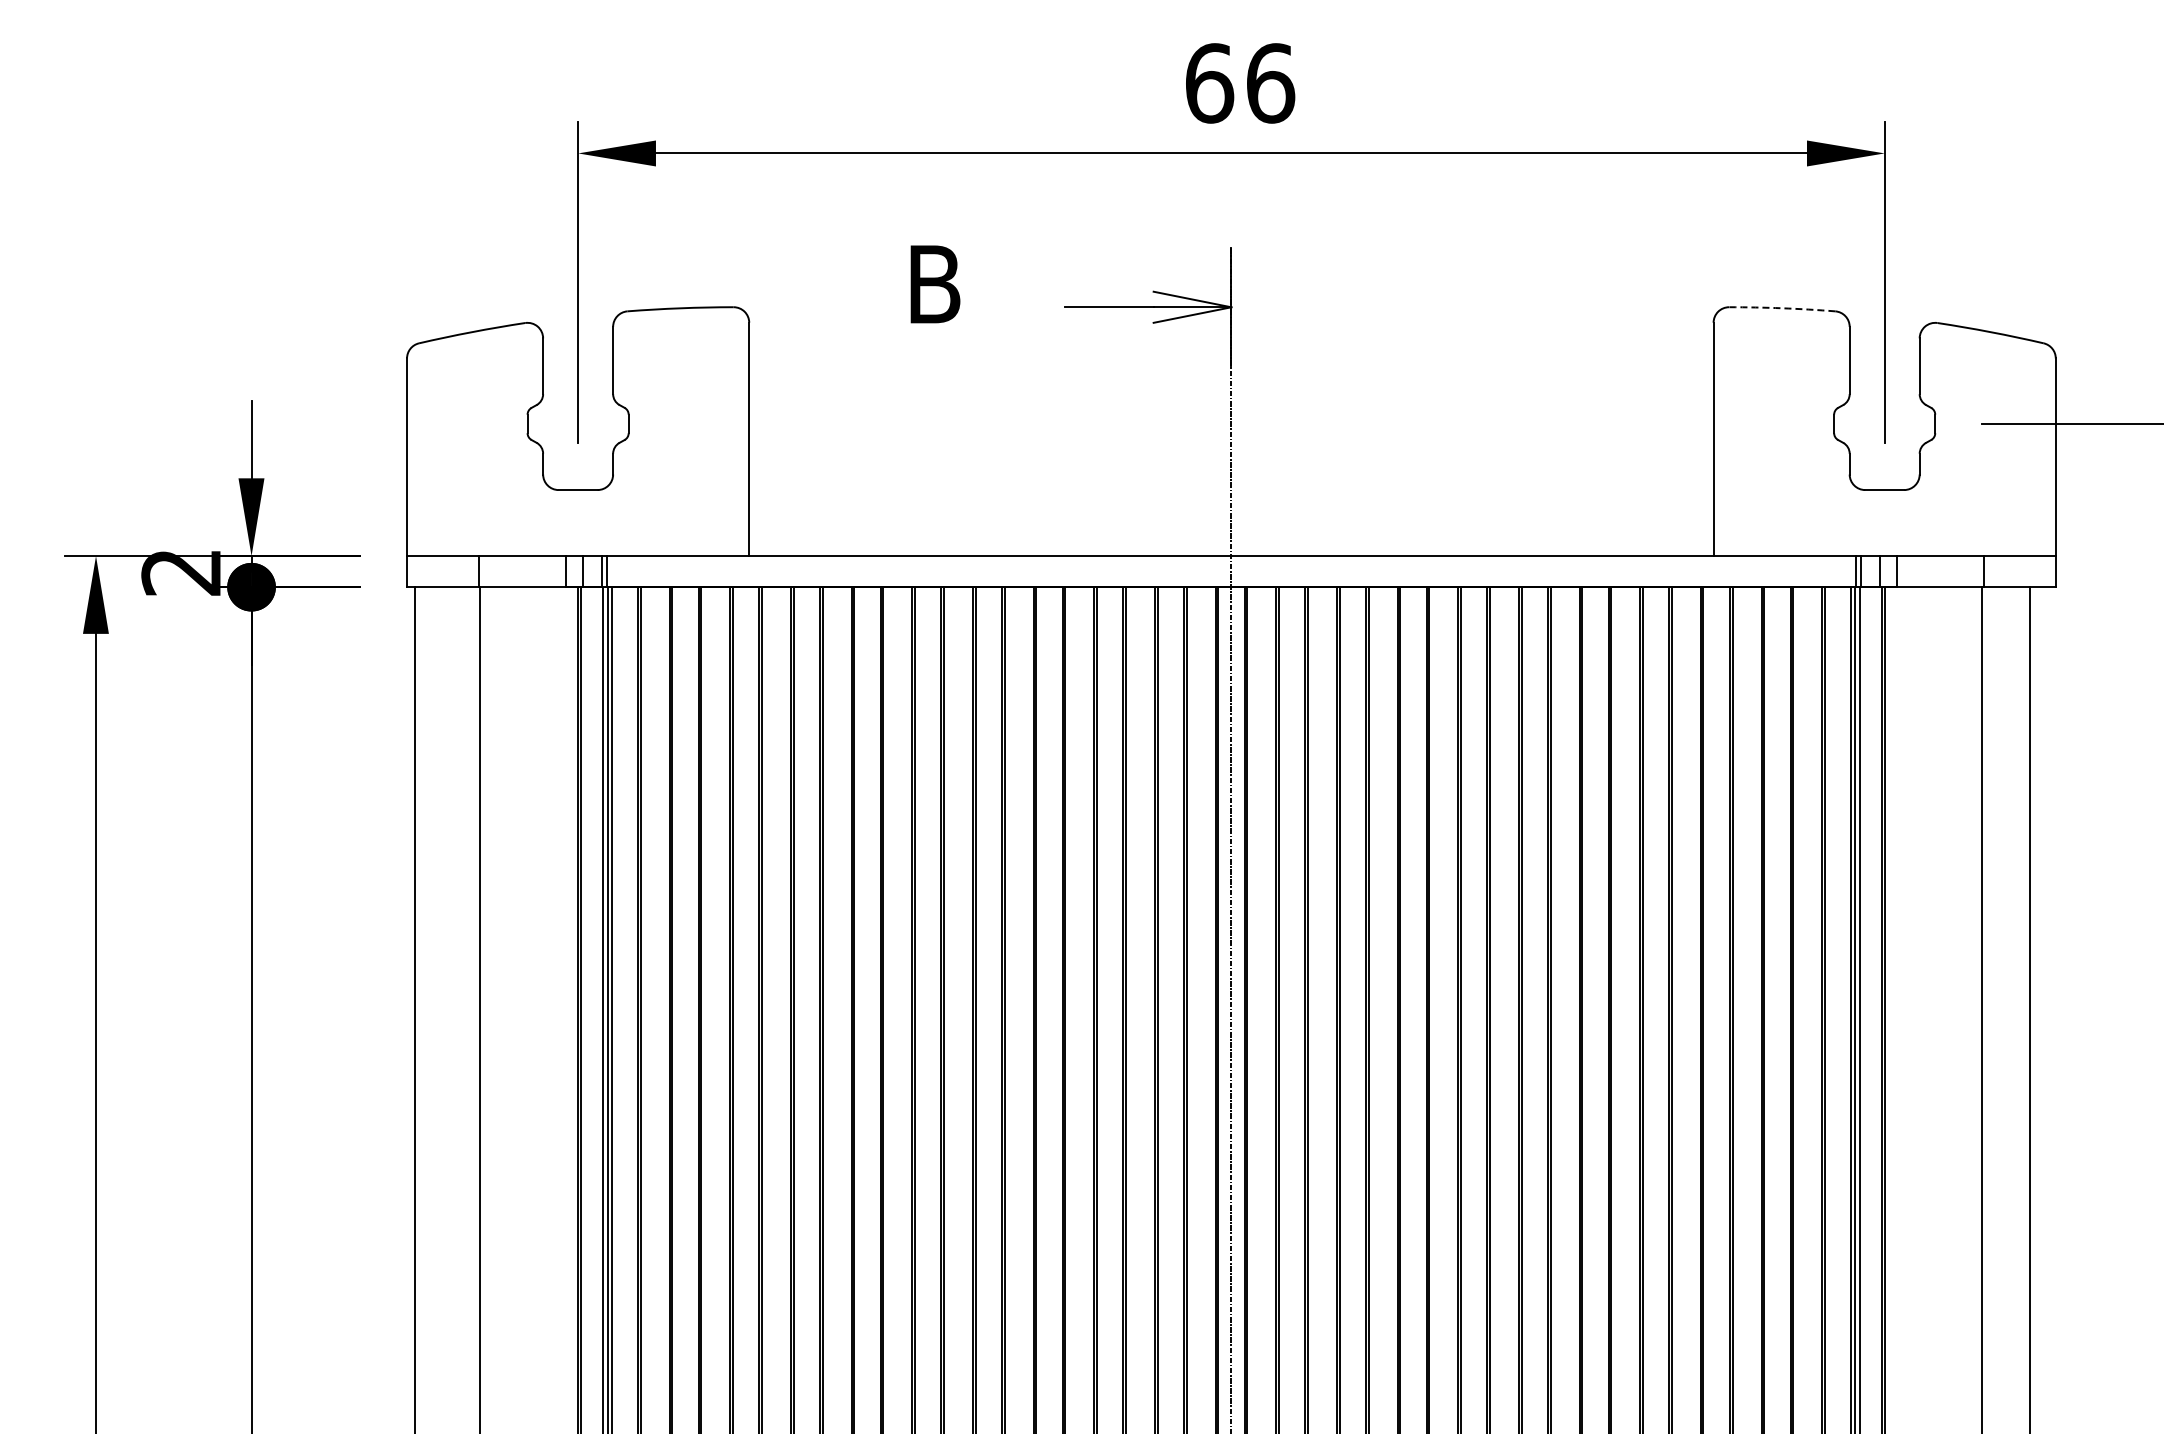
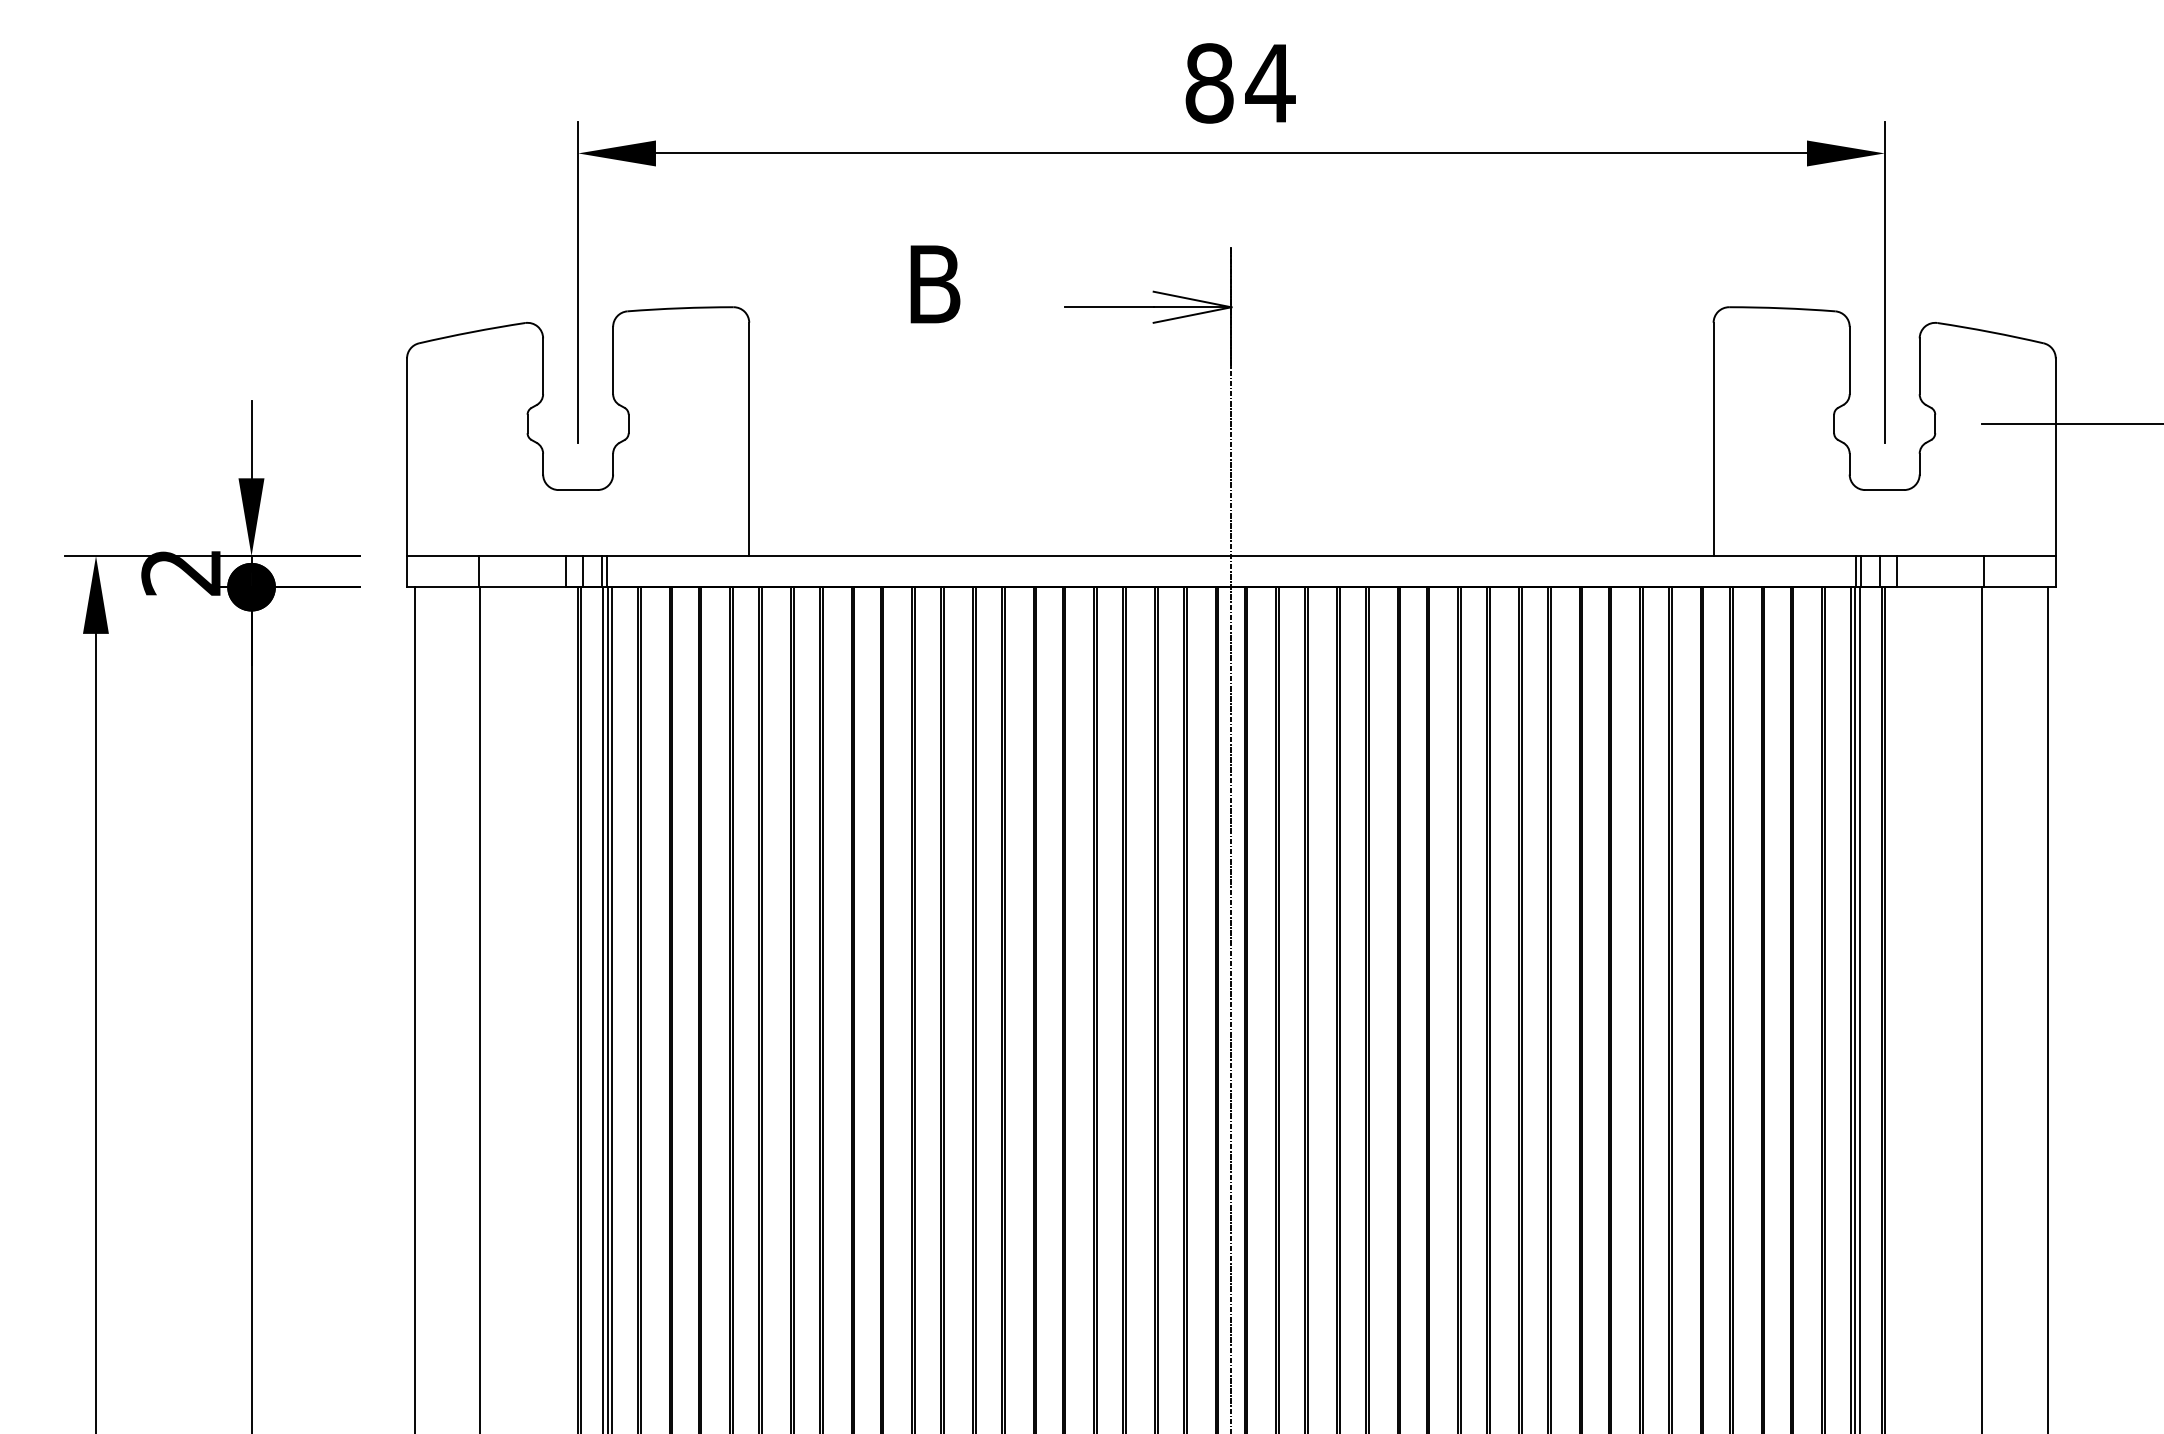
text at (1240, 83): 66 -> 84
arc at (1782, 308): dashed -> solid
line at (2030, 1008) position: (2030, 1008) -> (2048, 1008)
